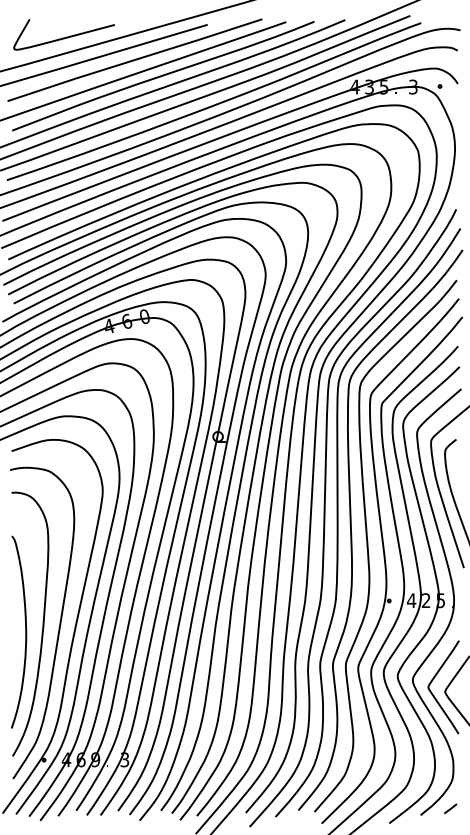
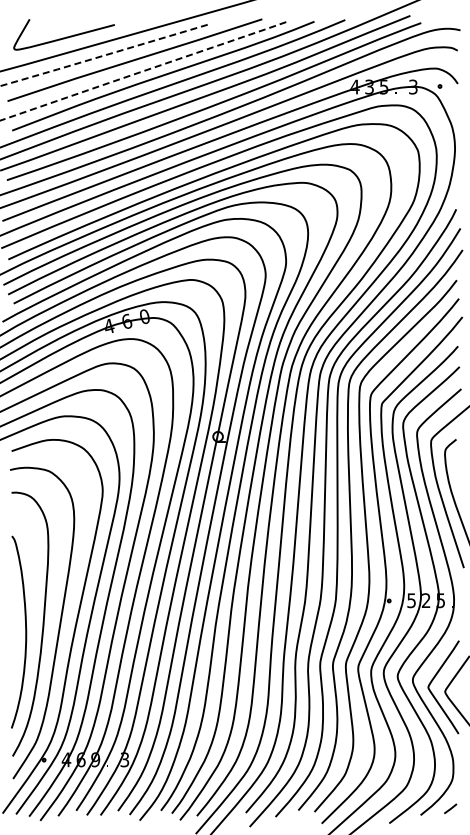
line at (102, 55): solid -> dashed
line at (143, 71): solid -> dashed
text at (411, 600): 4 -> 5
